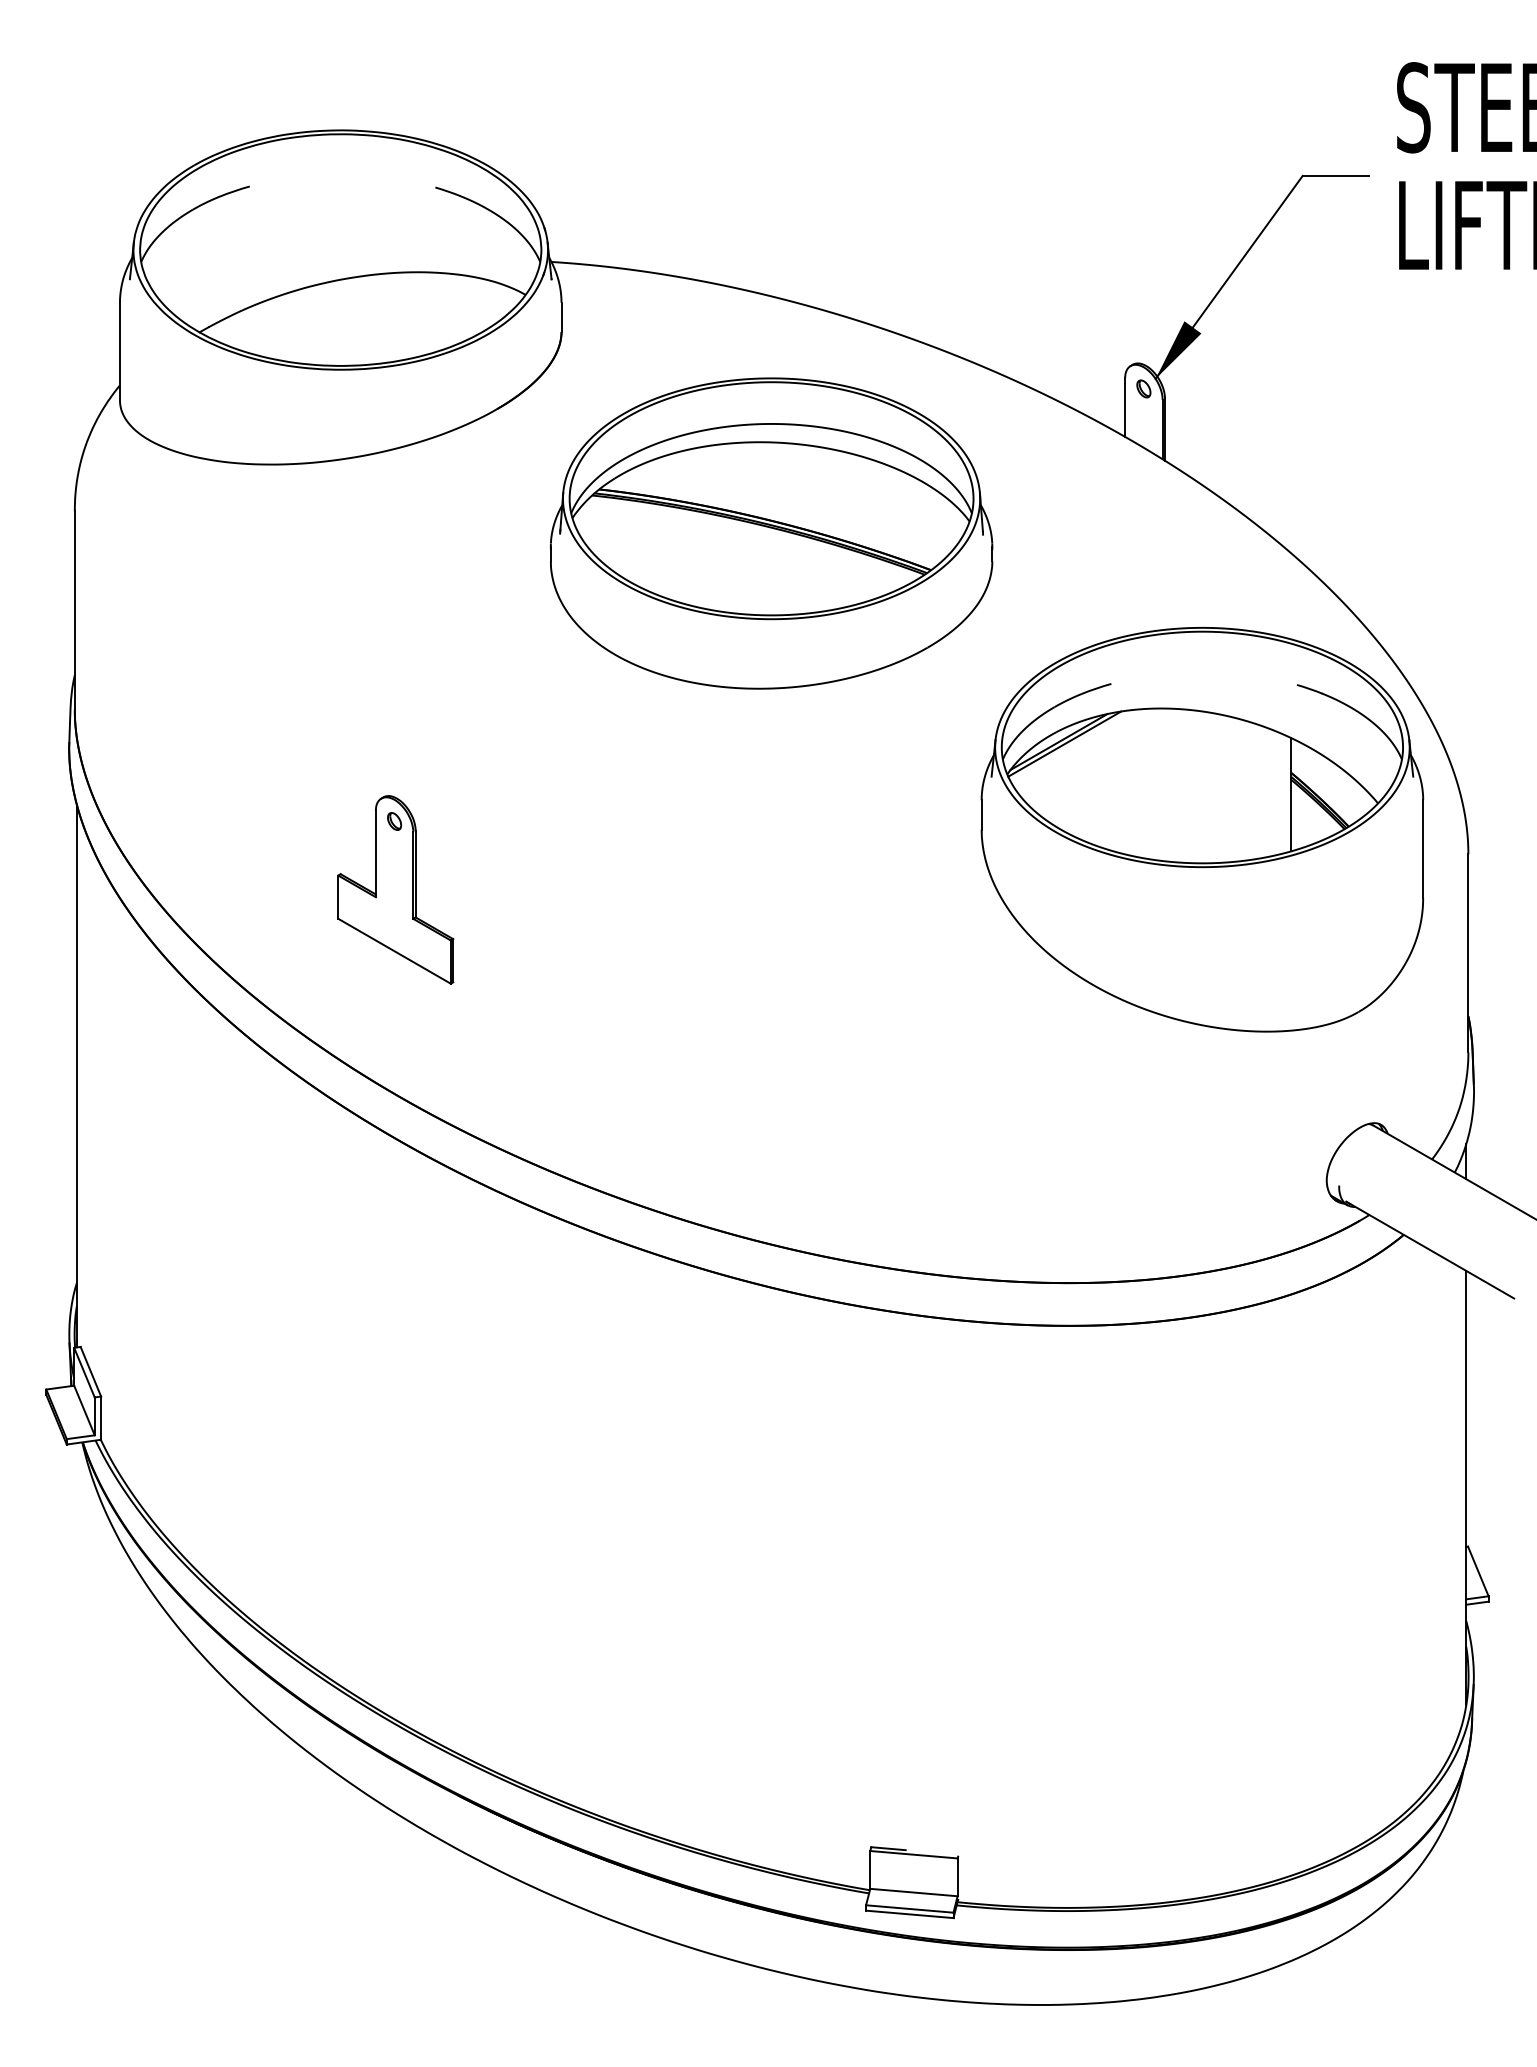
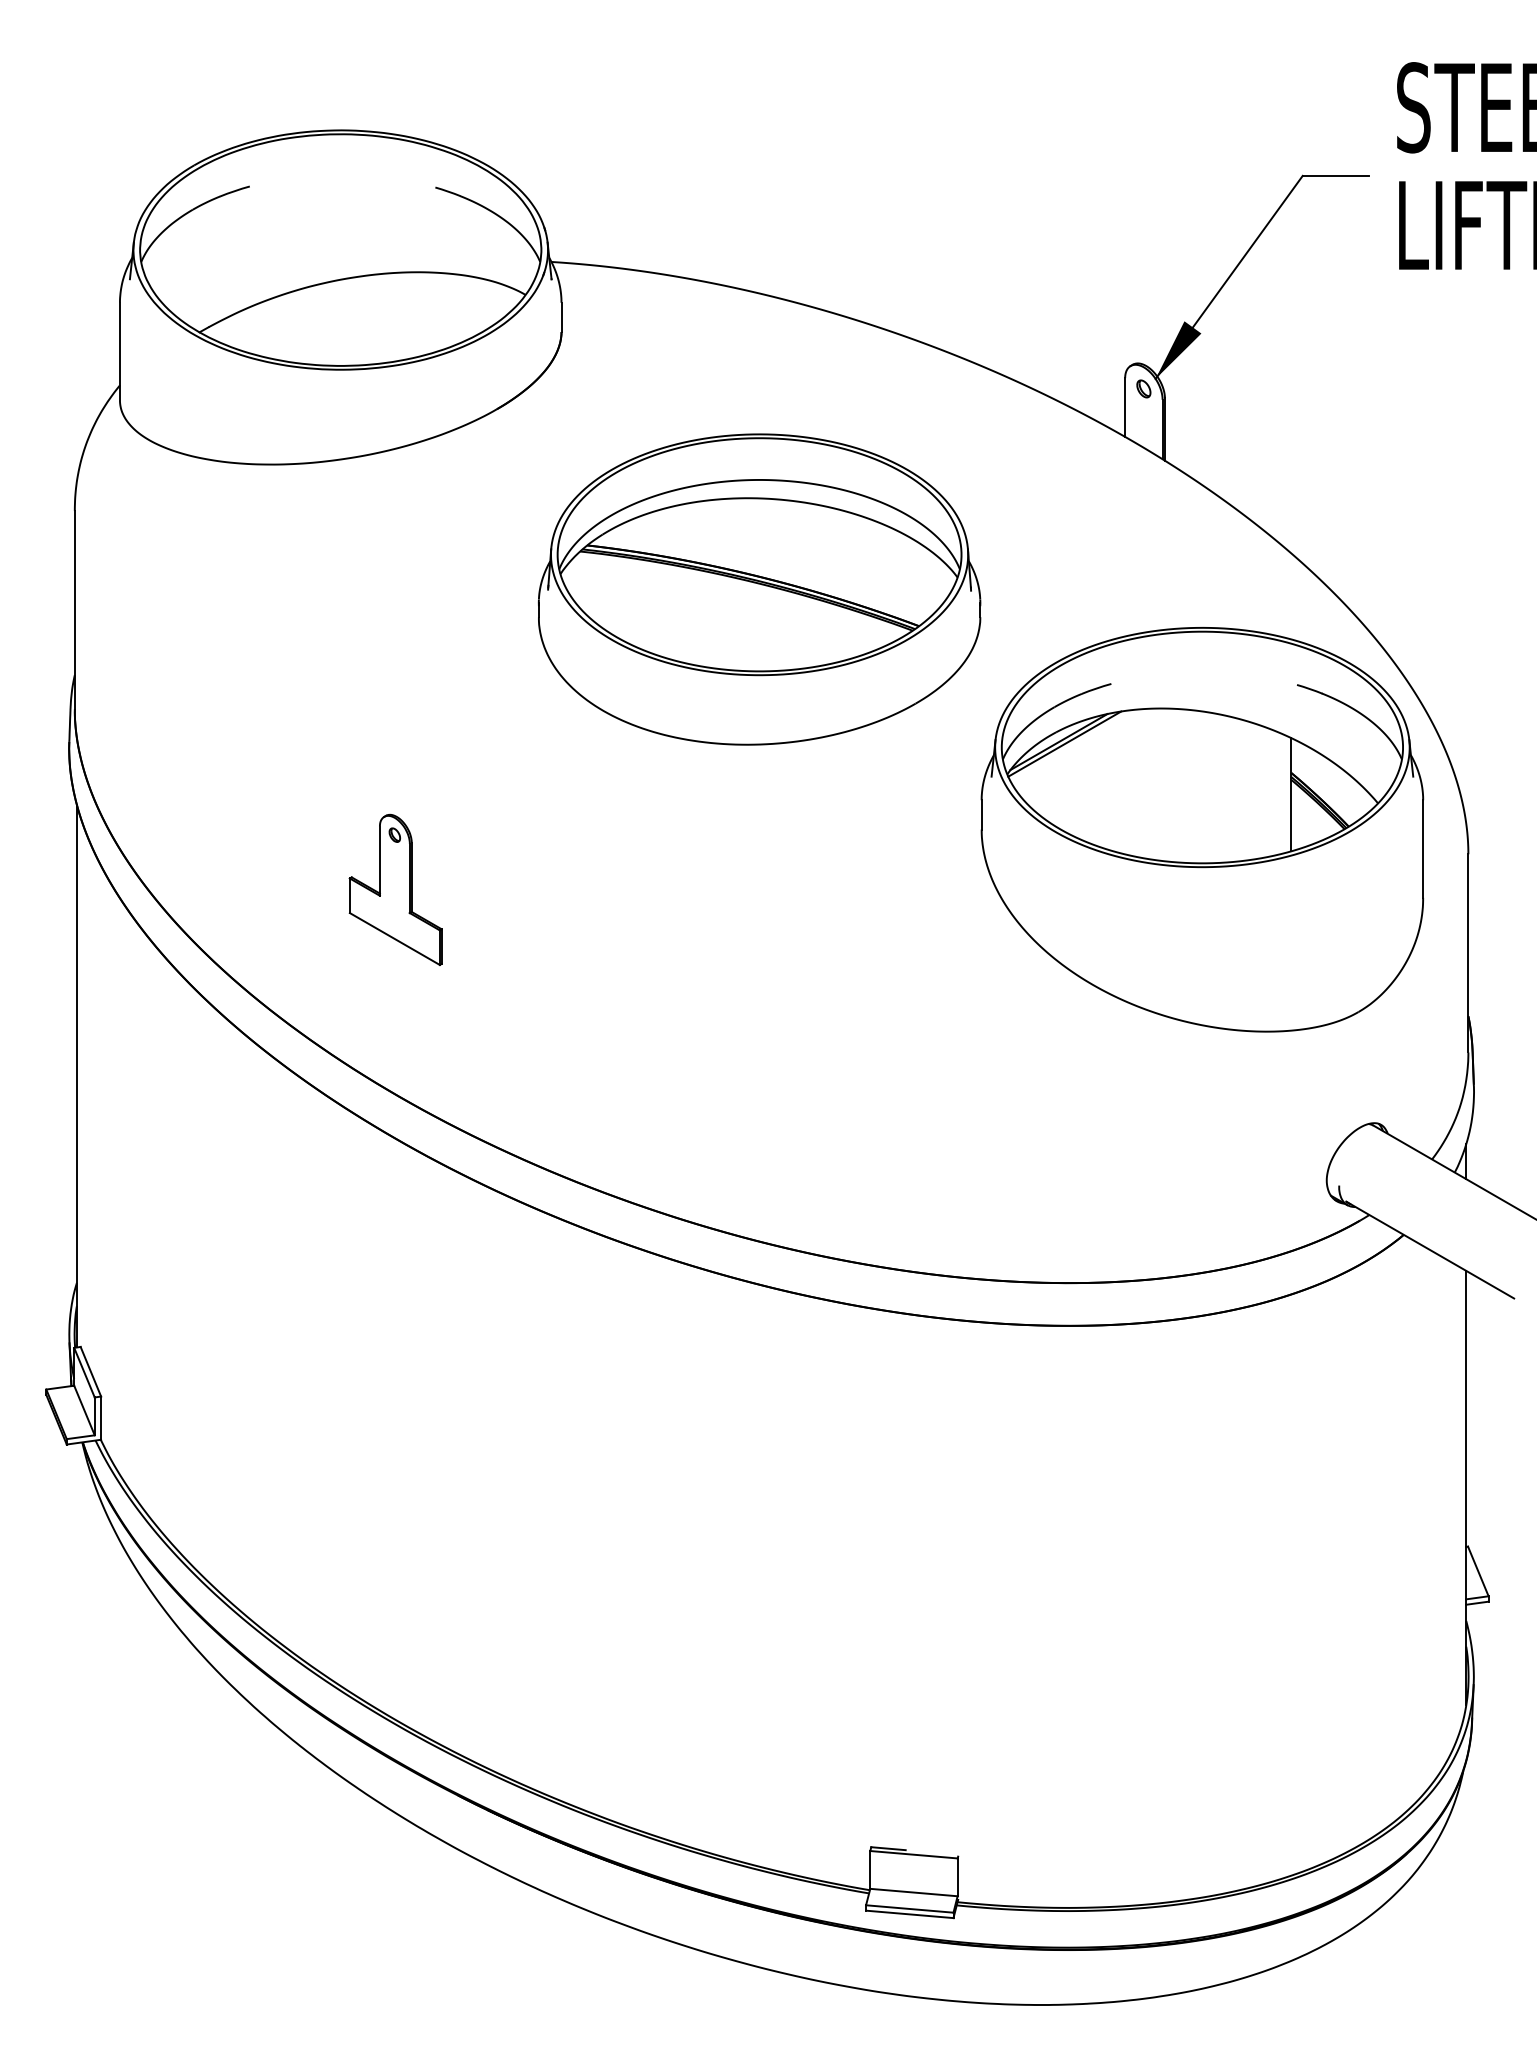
part at (771, 533) position: (771, 533) -> (759, 589)
part at (395, 889) size: 118x190 px -> 95x153 px
